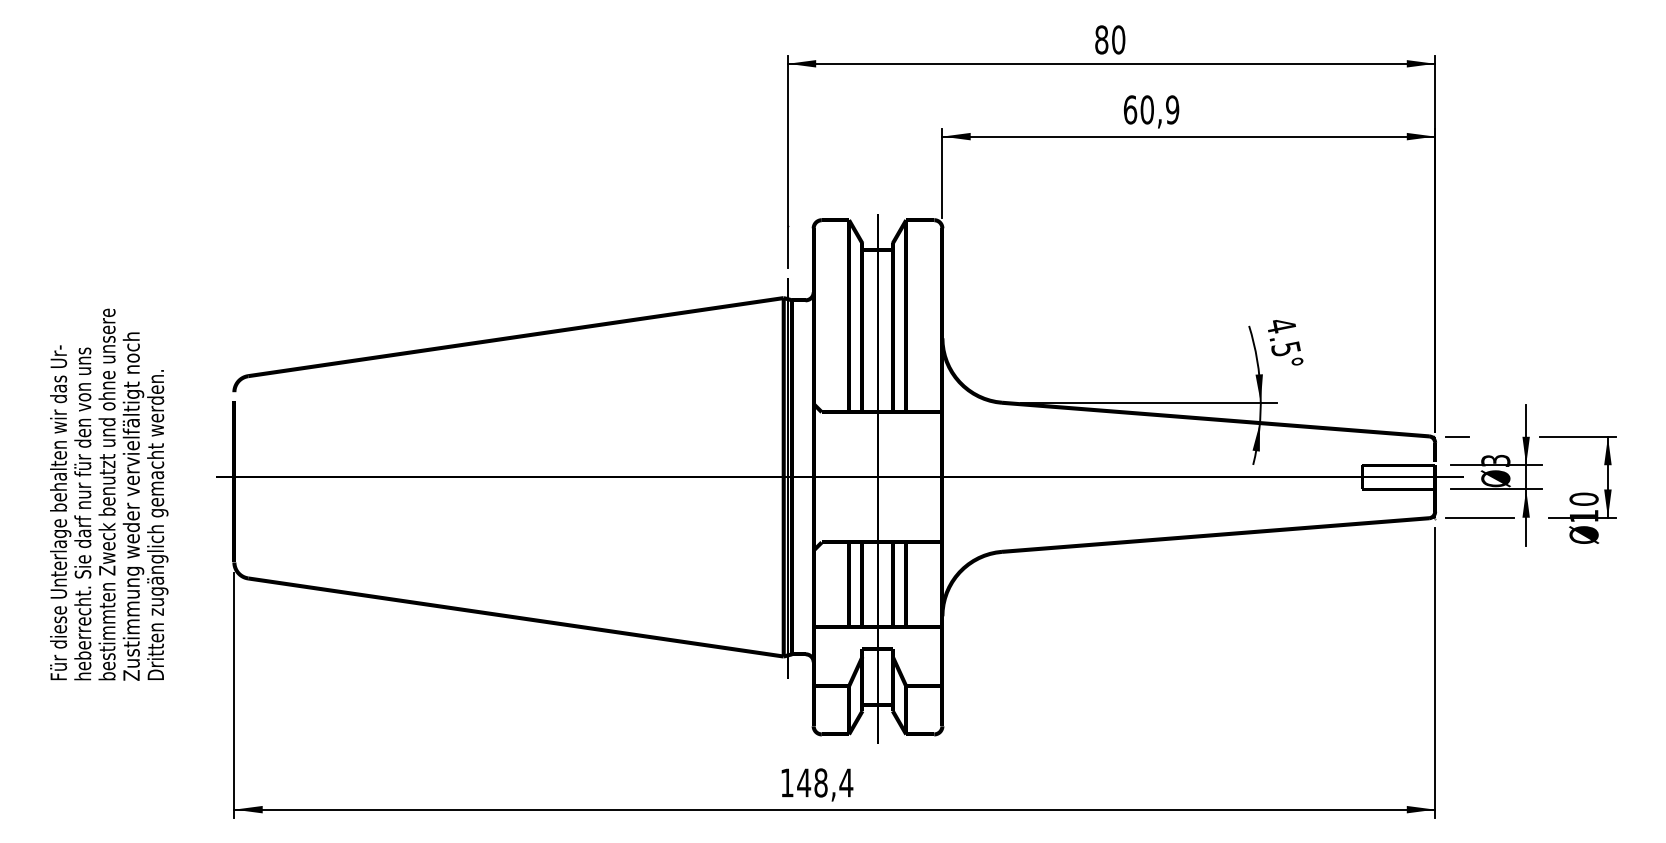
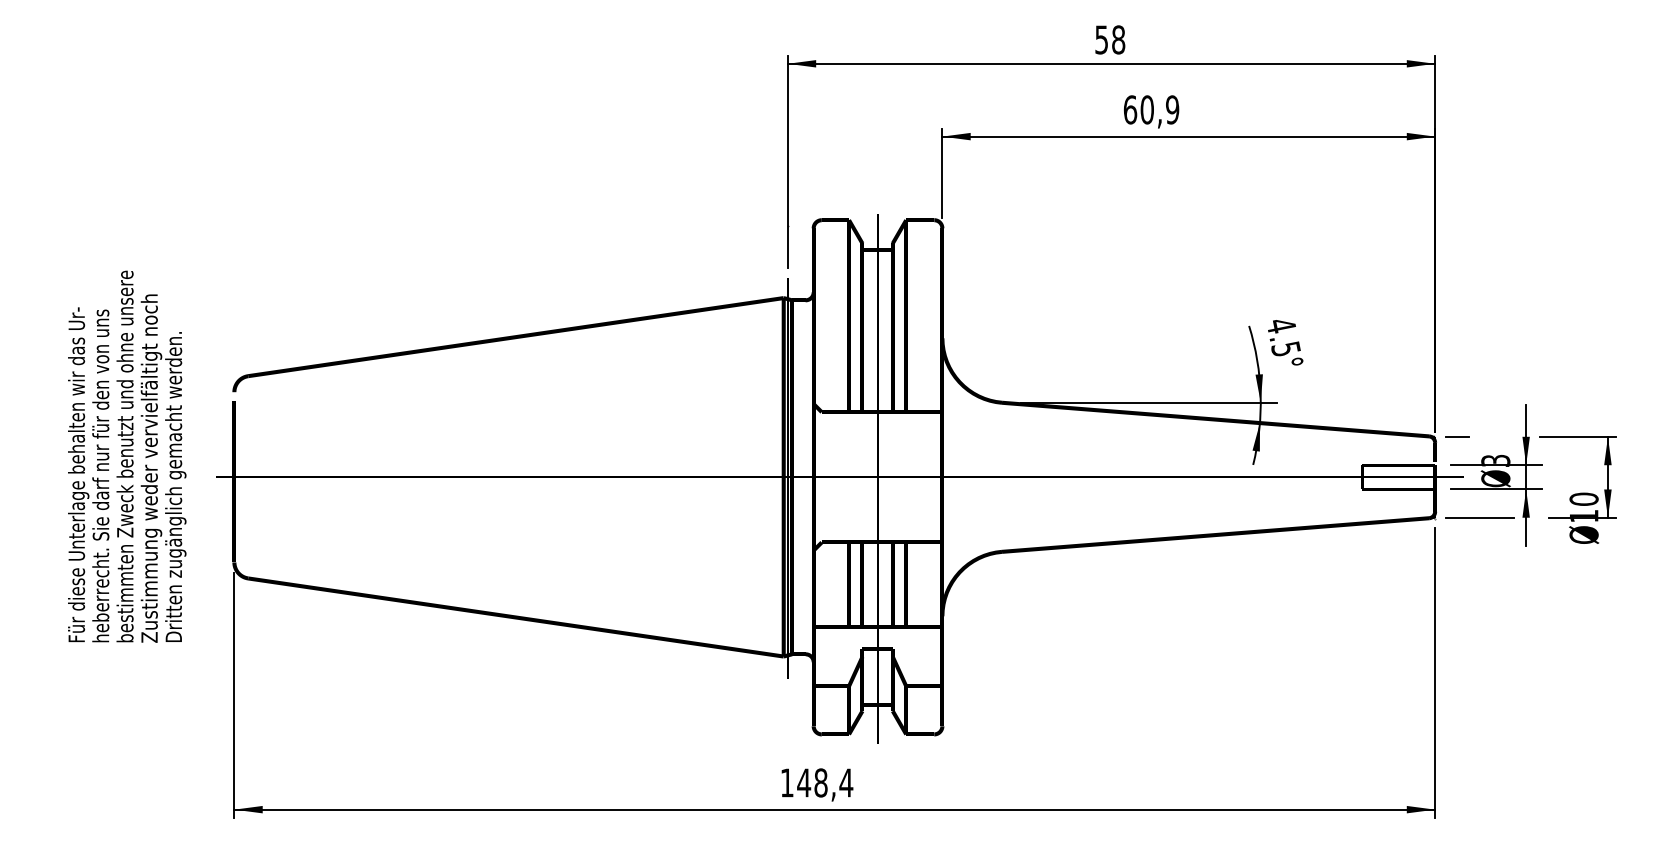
text at (1110, 39): 80 -> 58
text at (109, 494) position: (109, 494) -> (127, 456)
